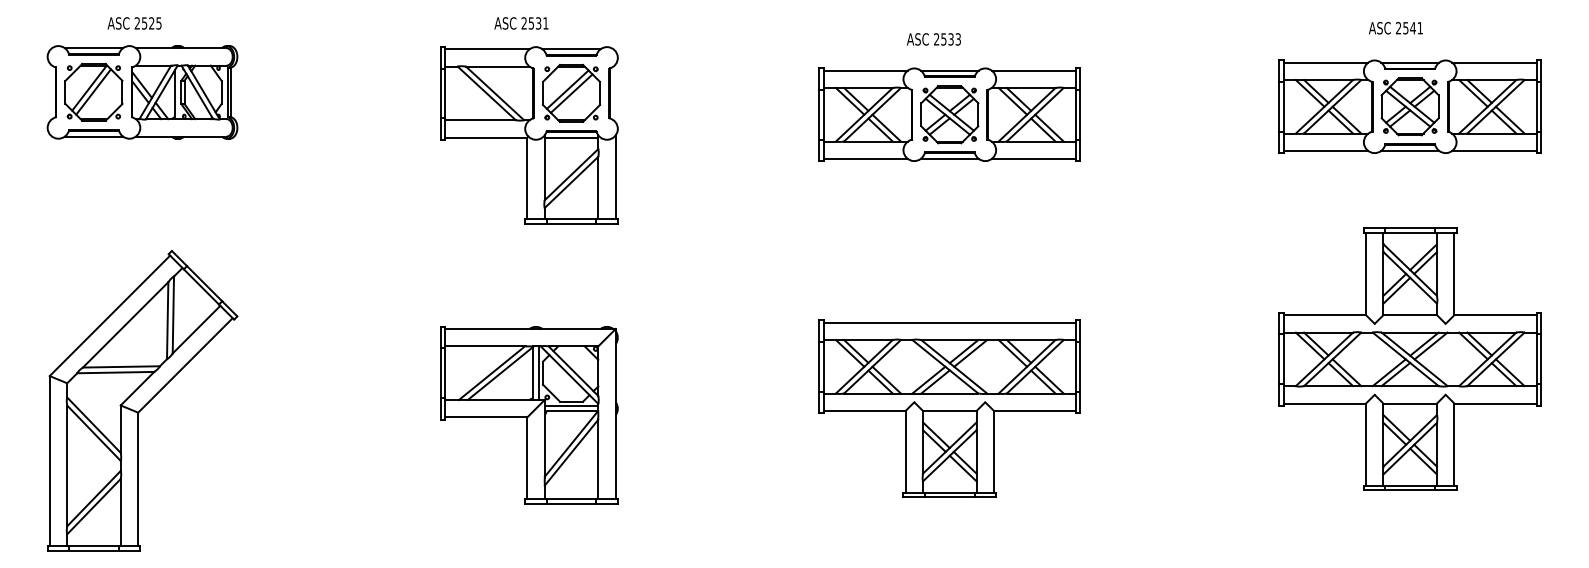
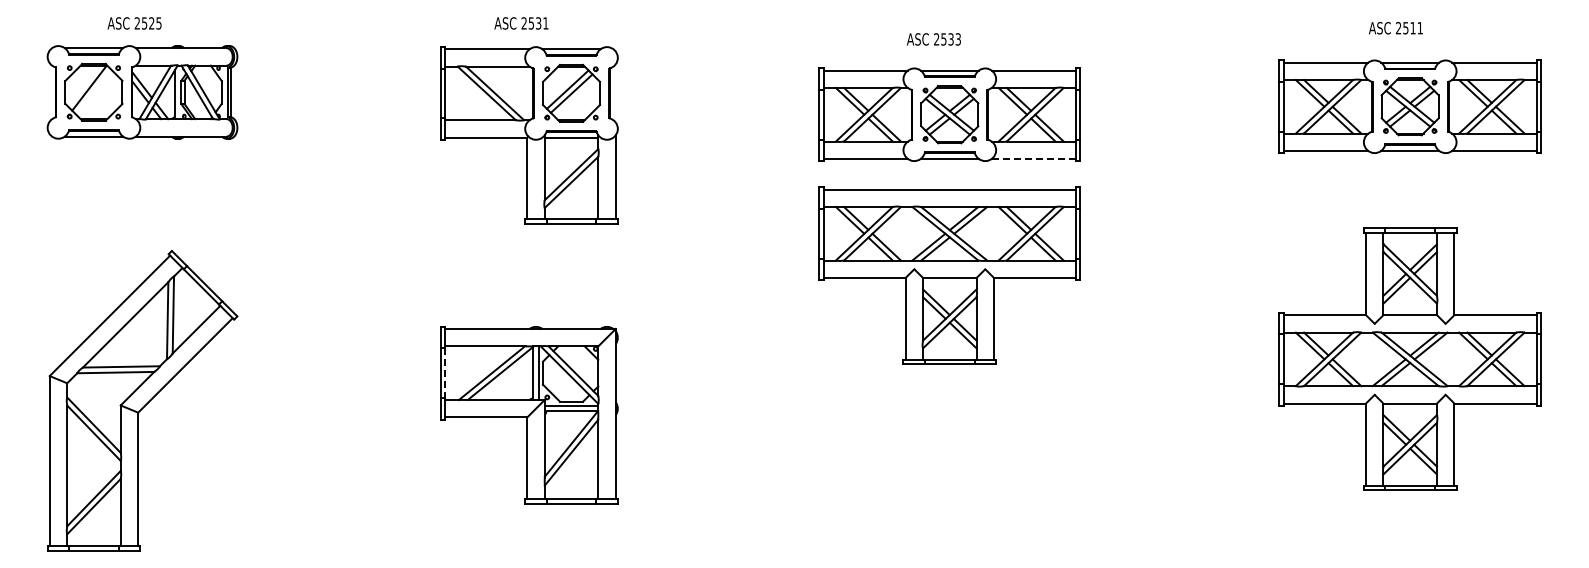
text at (1412, 28): 2541 -> 2511
line at (93, 91): present -> none
line at (1034, 159): solid -> dashed
line at (445, 373): solid -> dashed
part at (949, 408) position: (949, 408) -> (949, 275)
